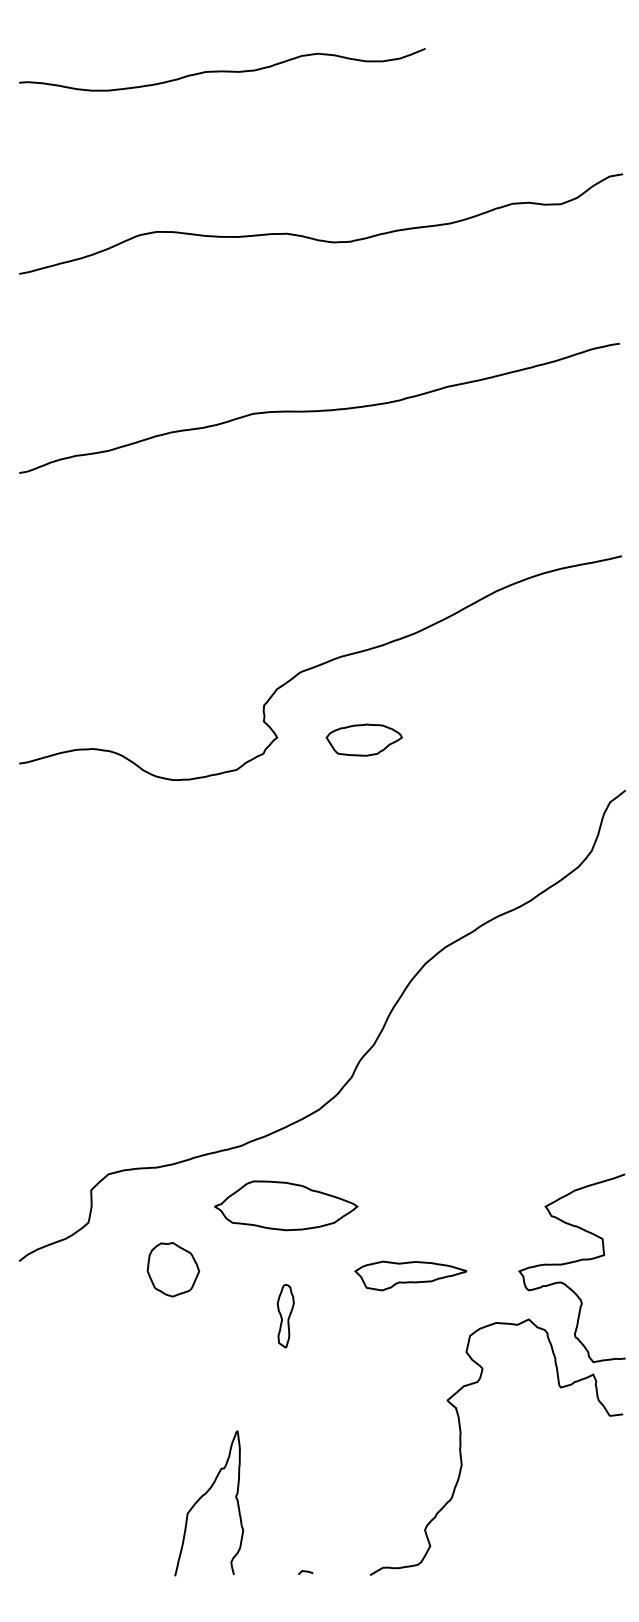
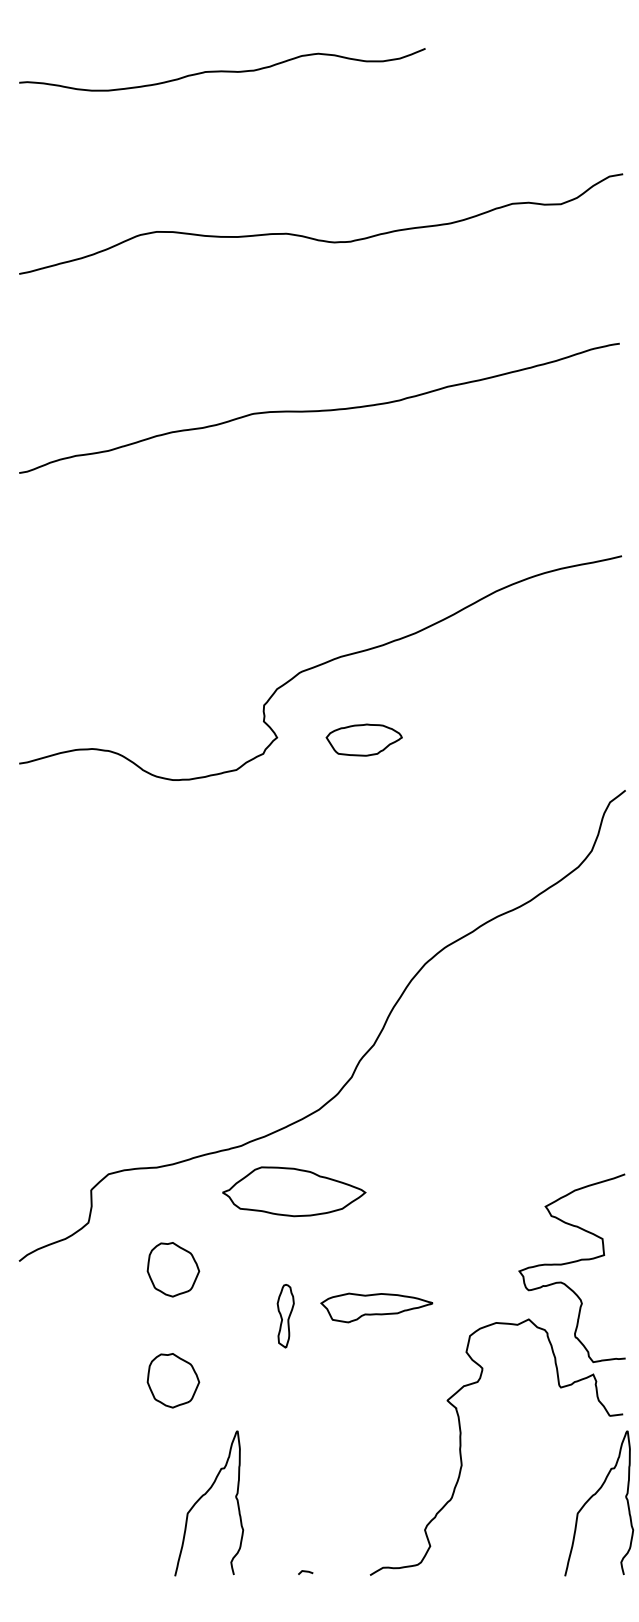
part at (286, 1205) position: (286, 1205) -> (294, 1191)
part at (410, 1275) position: (410, 1275) -> (376, 1307)
part at (173, 1380): none -> present
curve at (593, 1496): none -> present
